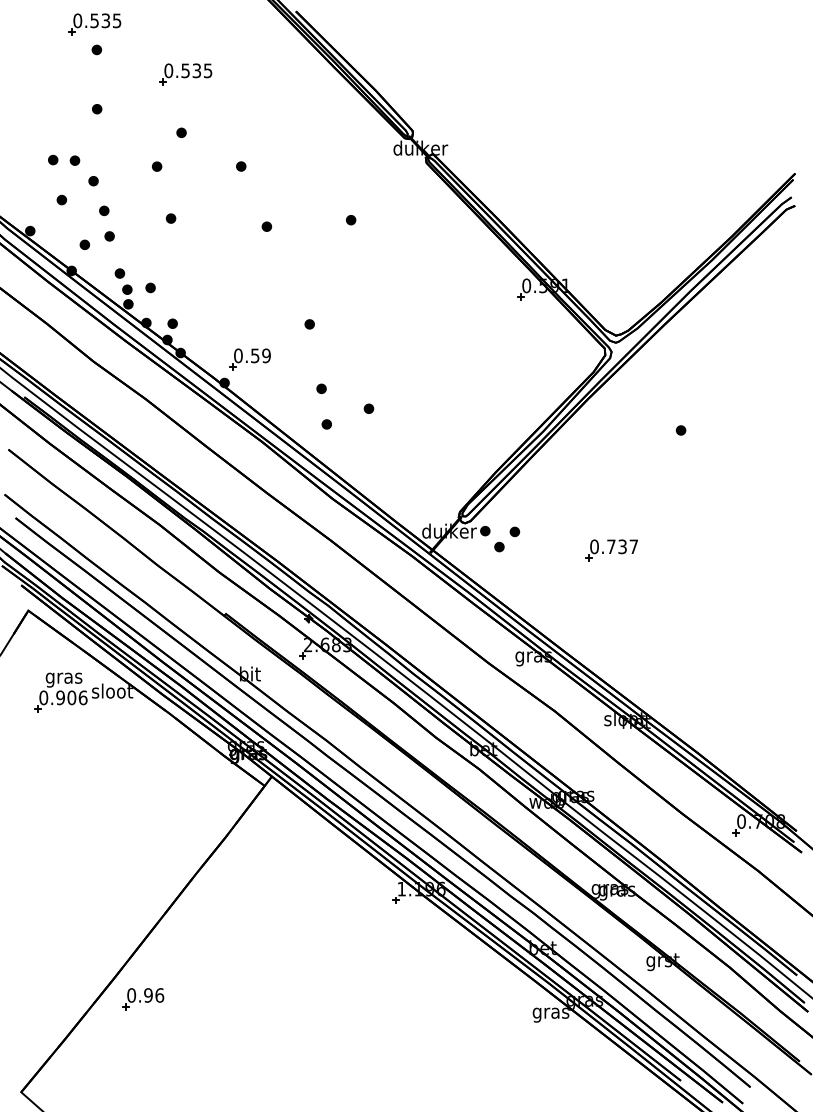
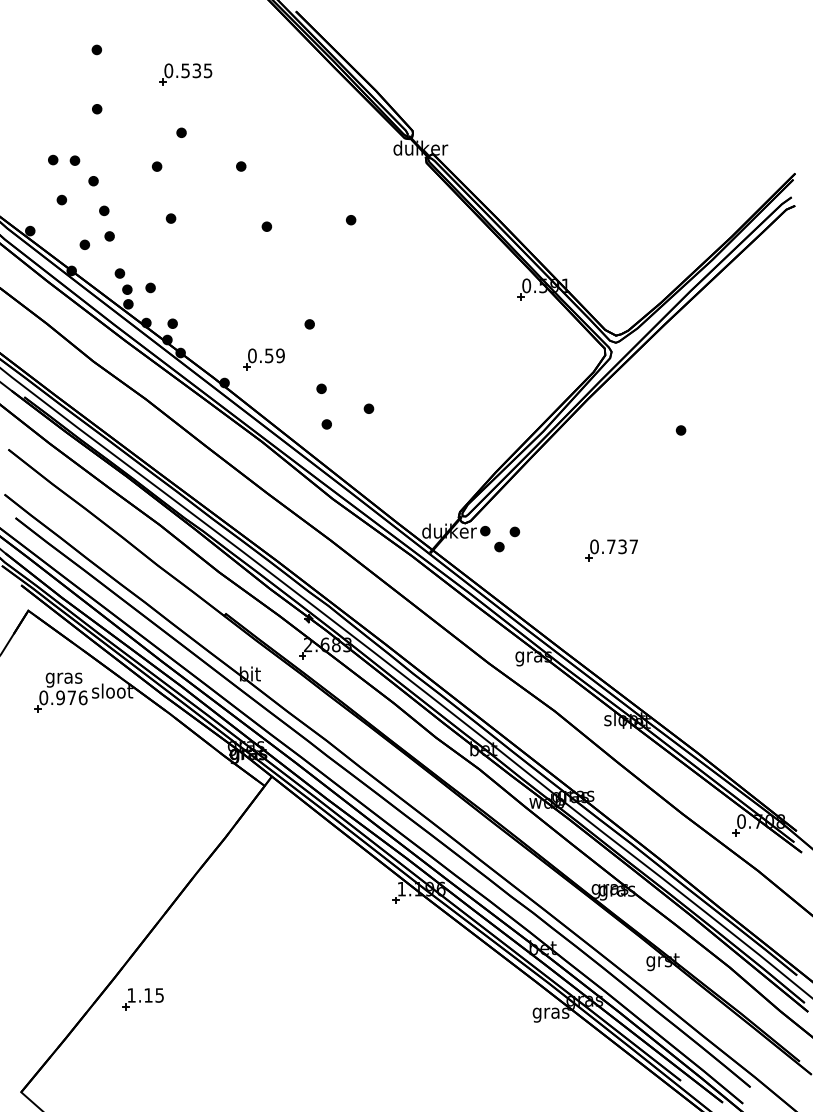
part at (94, 24): present -> none
part at (249, 359) position: (249, 359) -> (263, 359)
text at (71, 697): 0.906 -> 0.976
text at (145, 995): 0.96 -> 1.15
